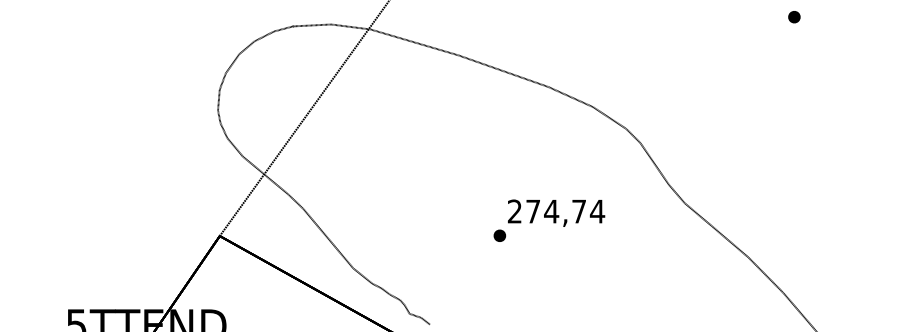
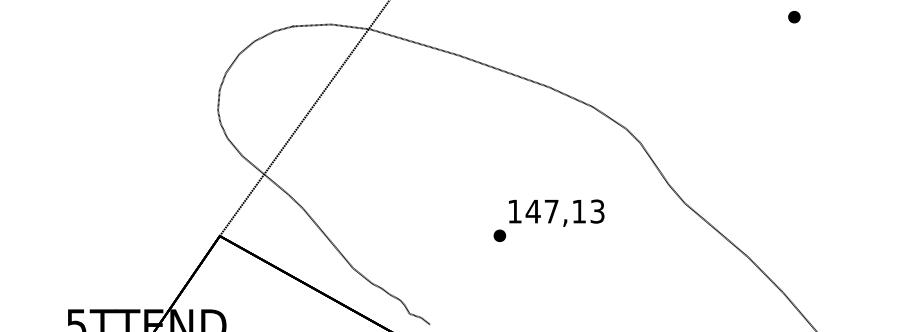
text at (556, 211): 274,74 -> 147,13
